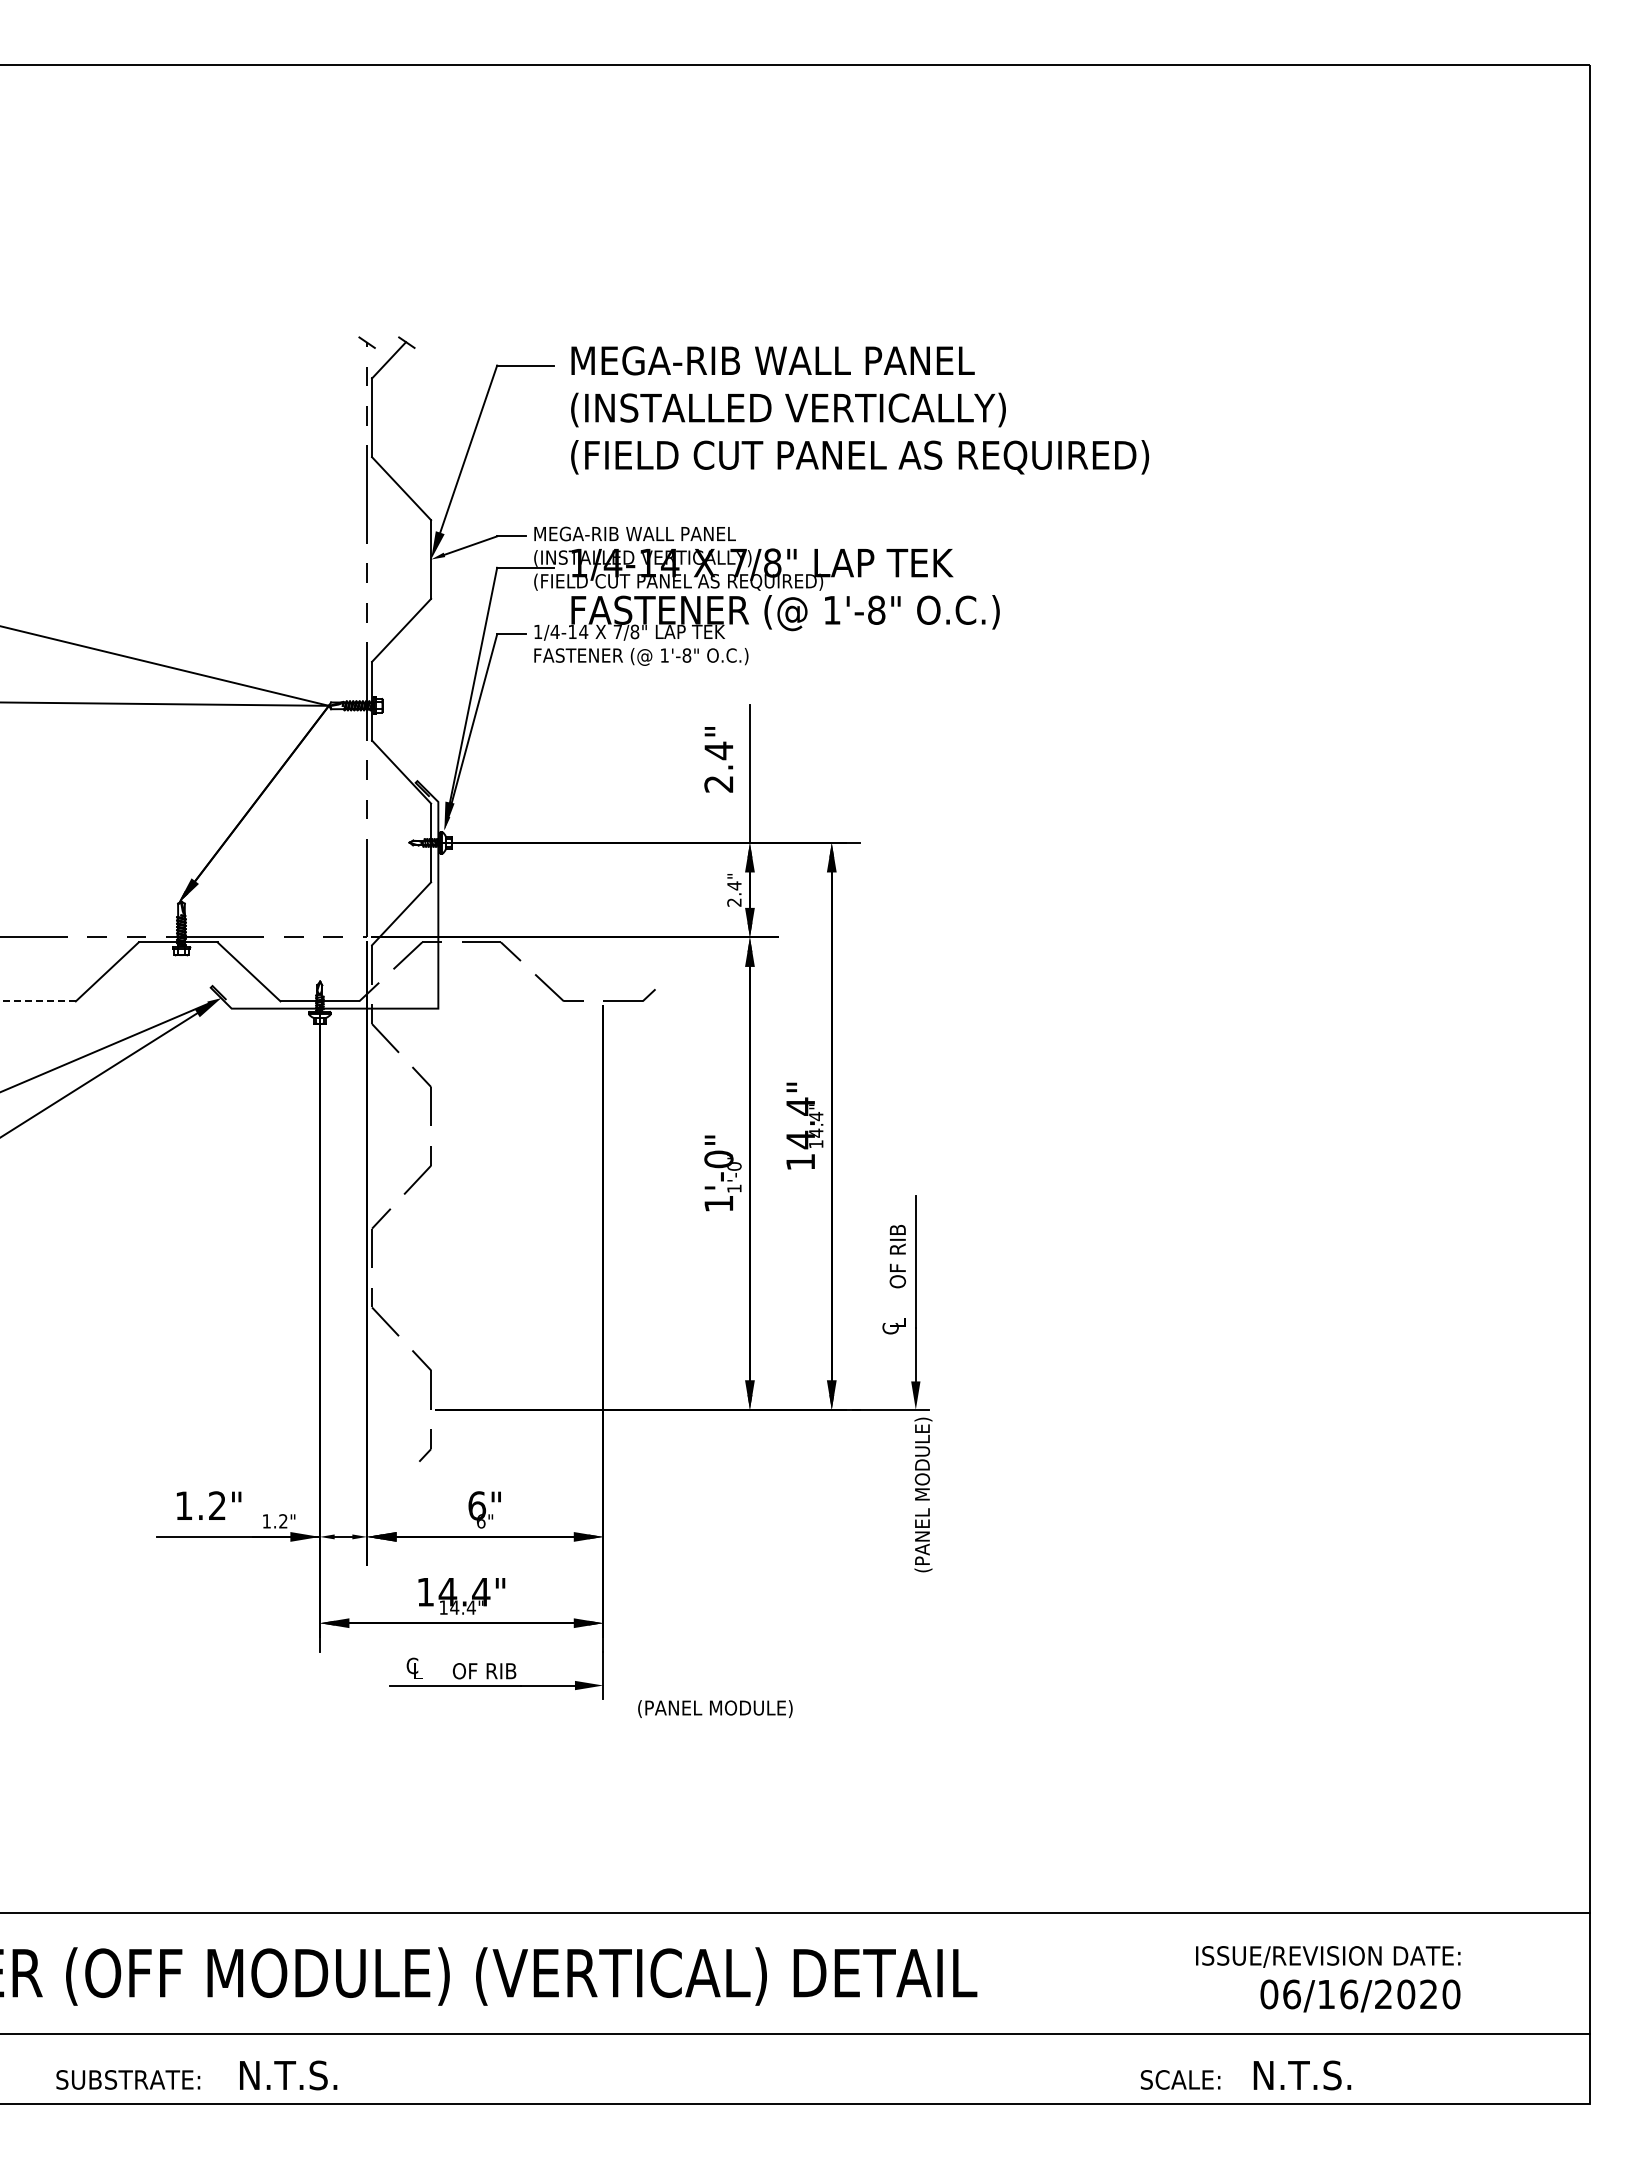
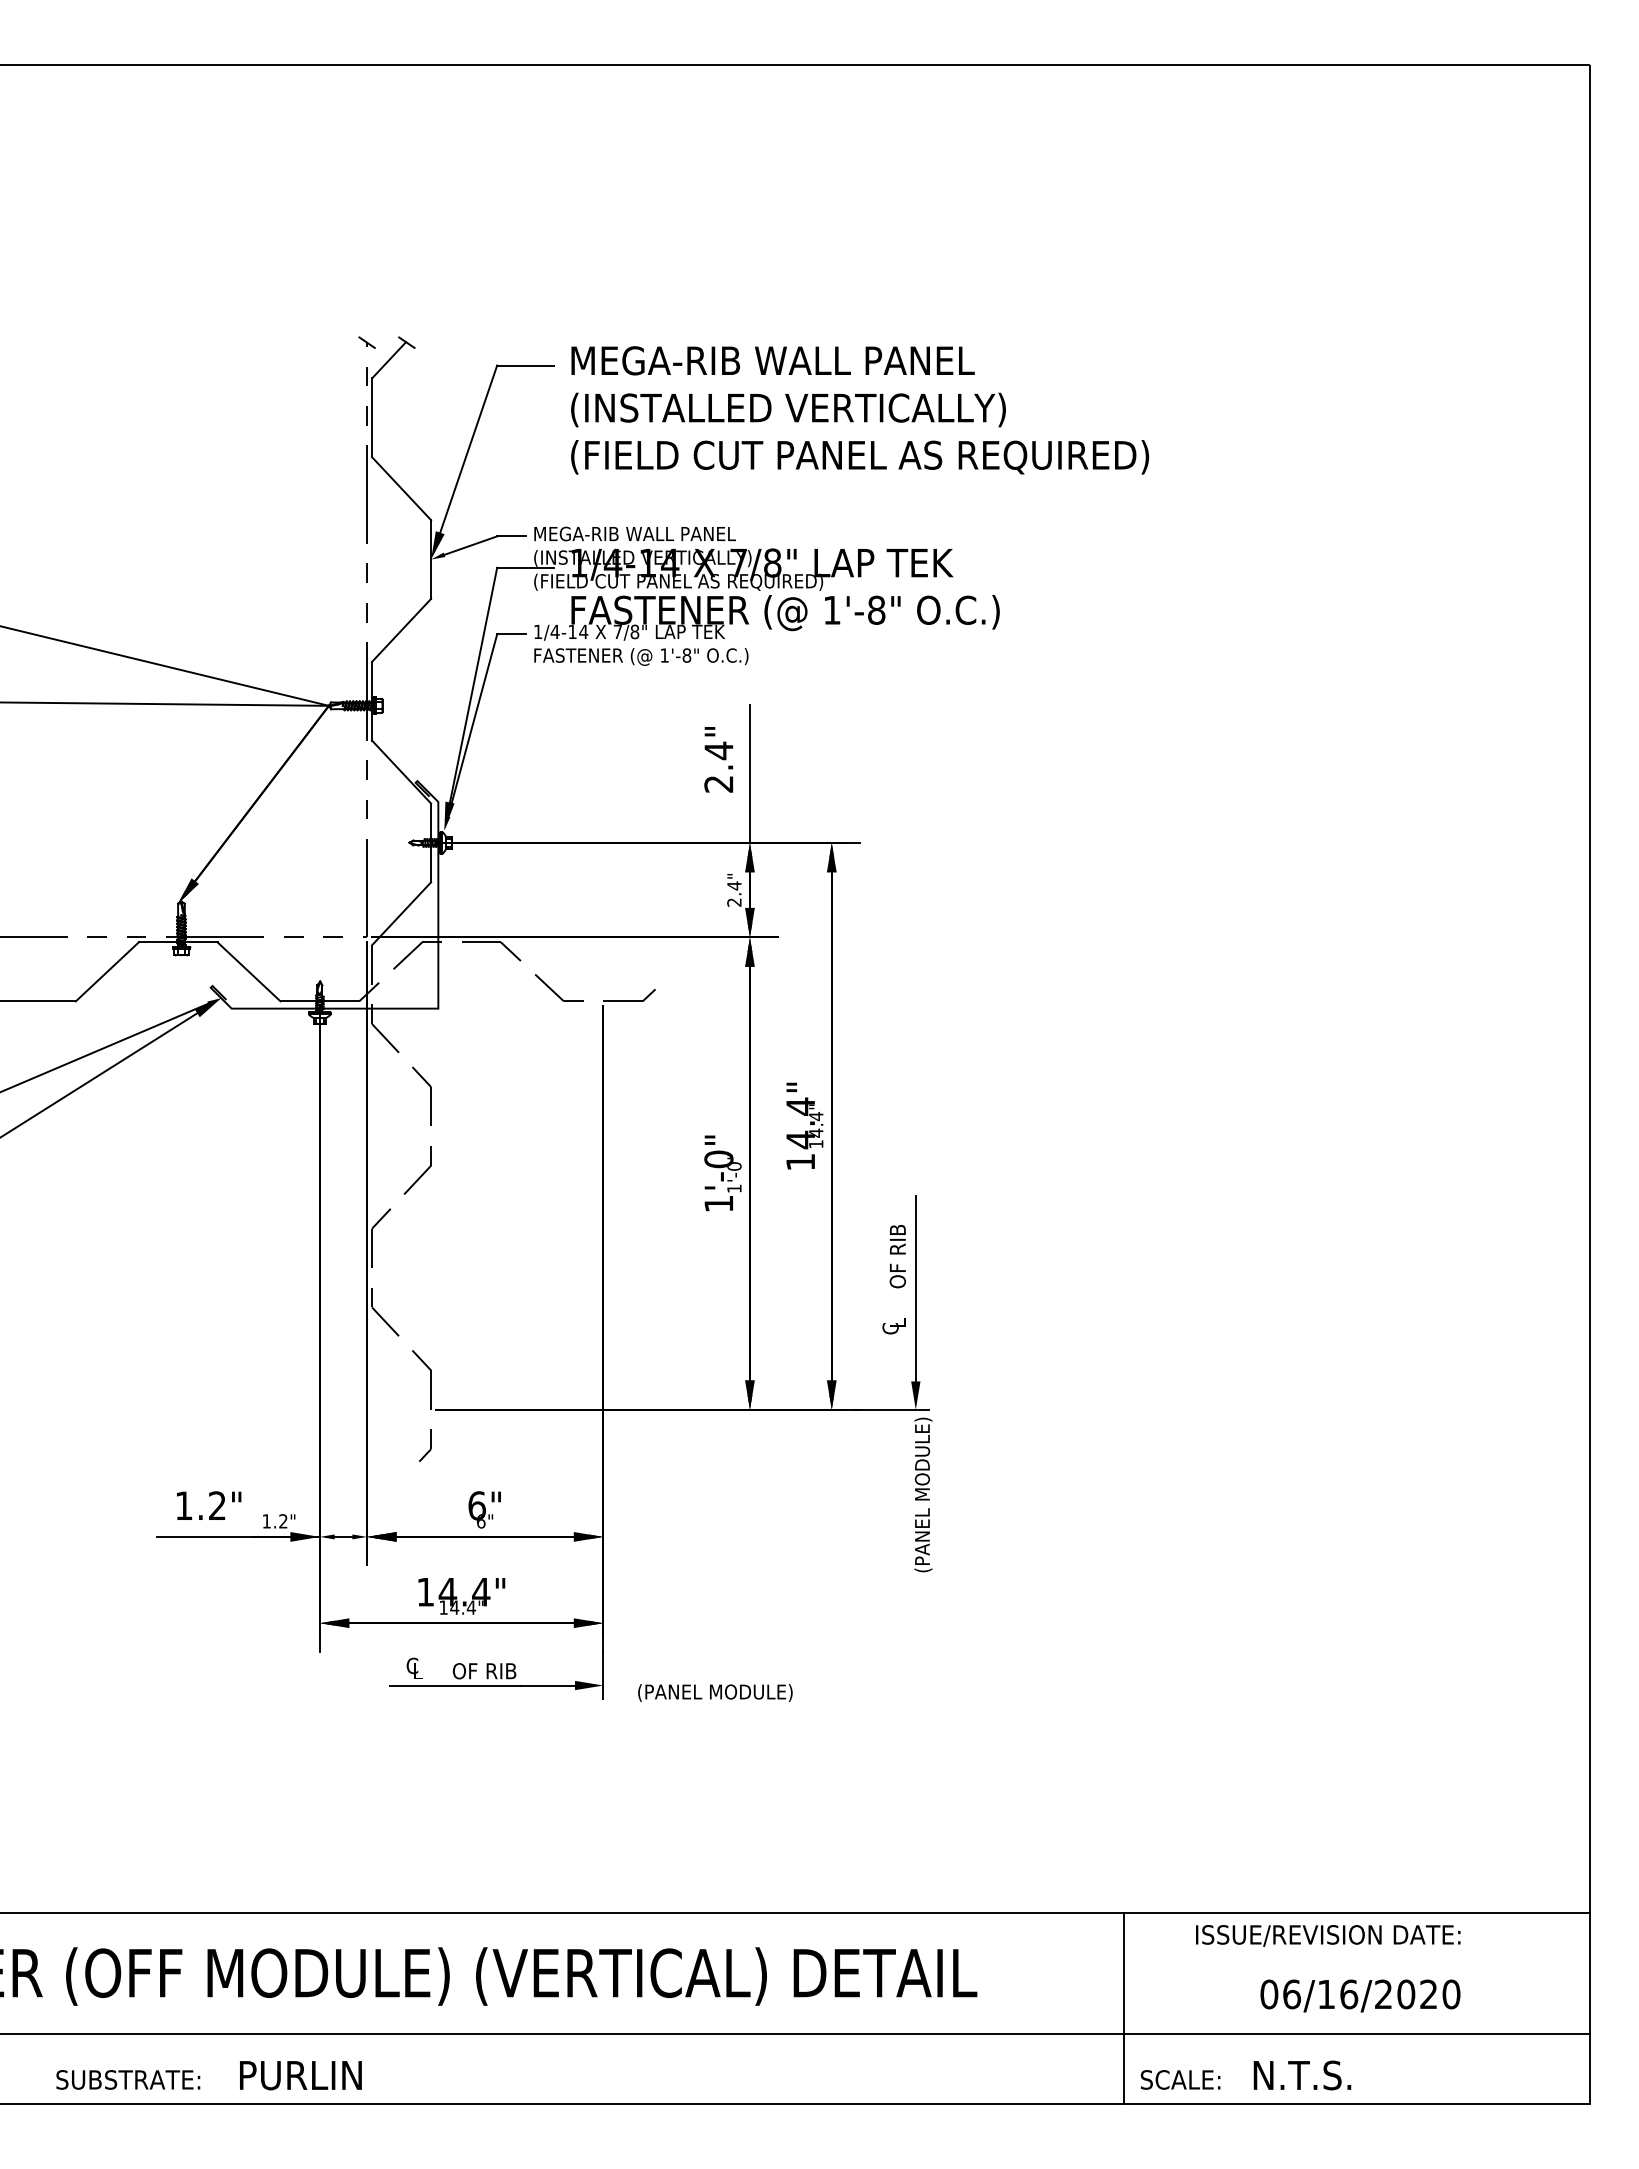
line at (37, 1001): dashed -> solid
text at (715, 1708) position: (715, 1708) -> (715, 1692)
text at (1328, 1956) position: (1328, 1956) -> (1328, 1935)
line at (1123, 2007): none -> present
text at (302, 2075): N.T.S. -> PURLIN
